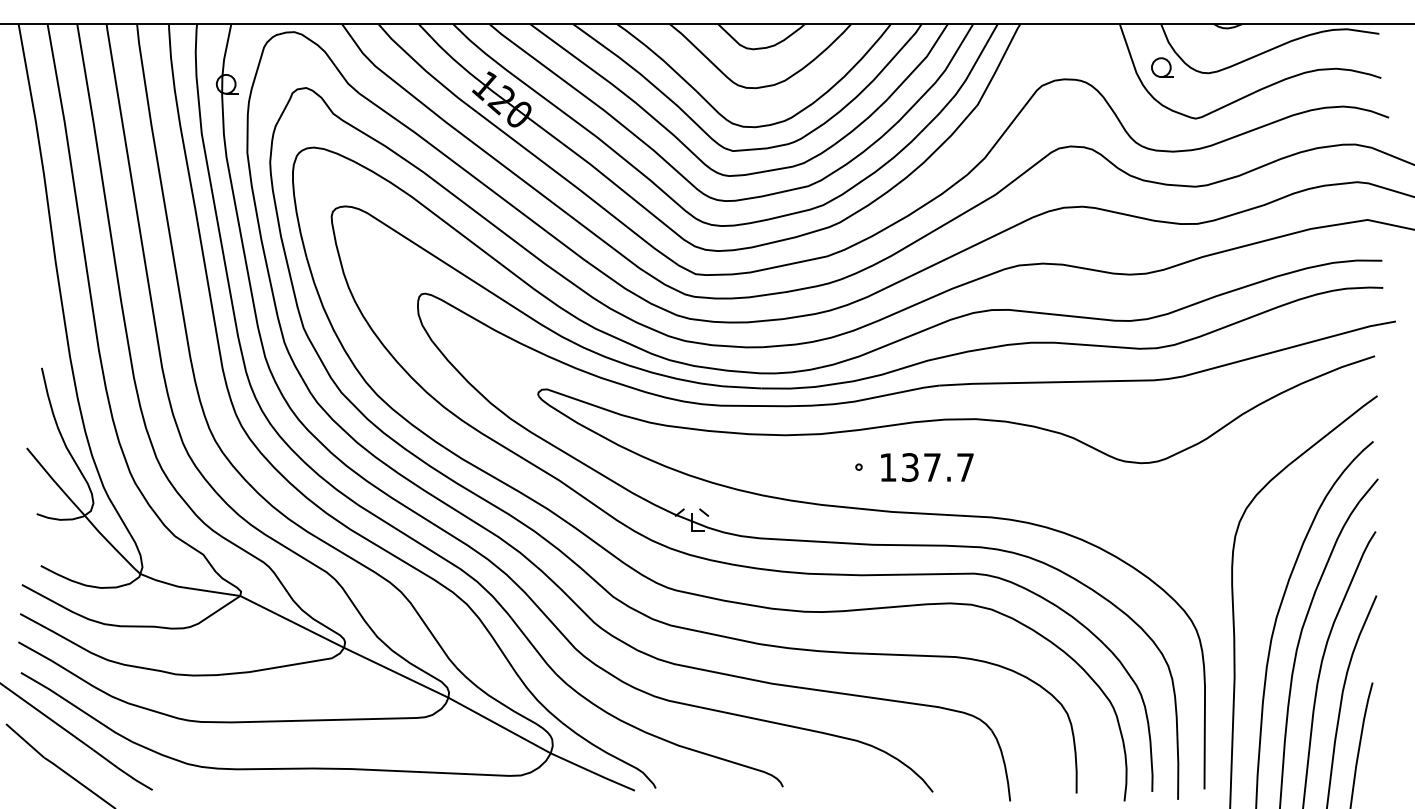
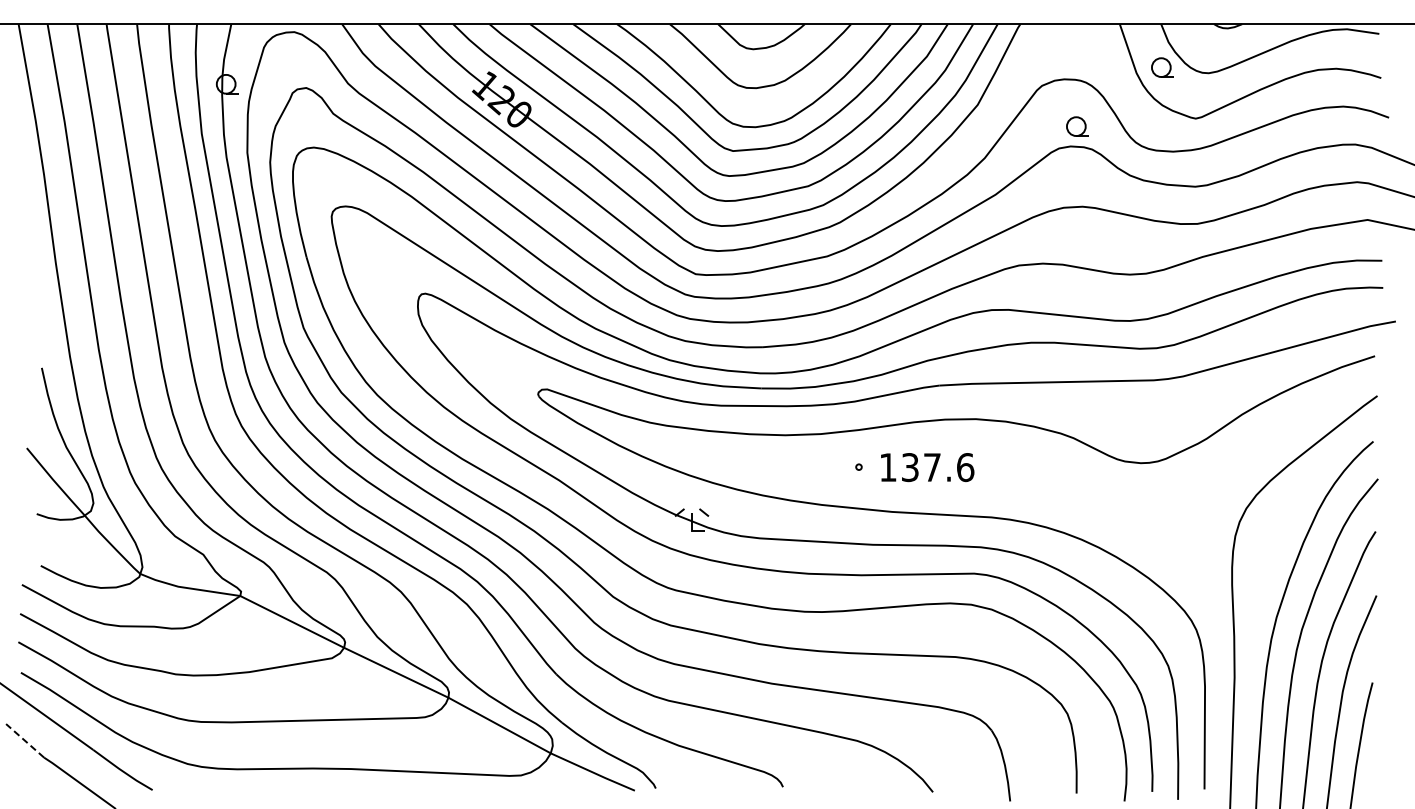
part at (1077, 126): none -> present
text at (965, 467): 137.7 -> 137.6
line at (24, 740): solid -> dashed
